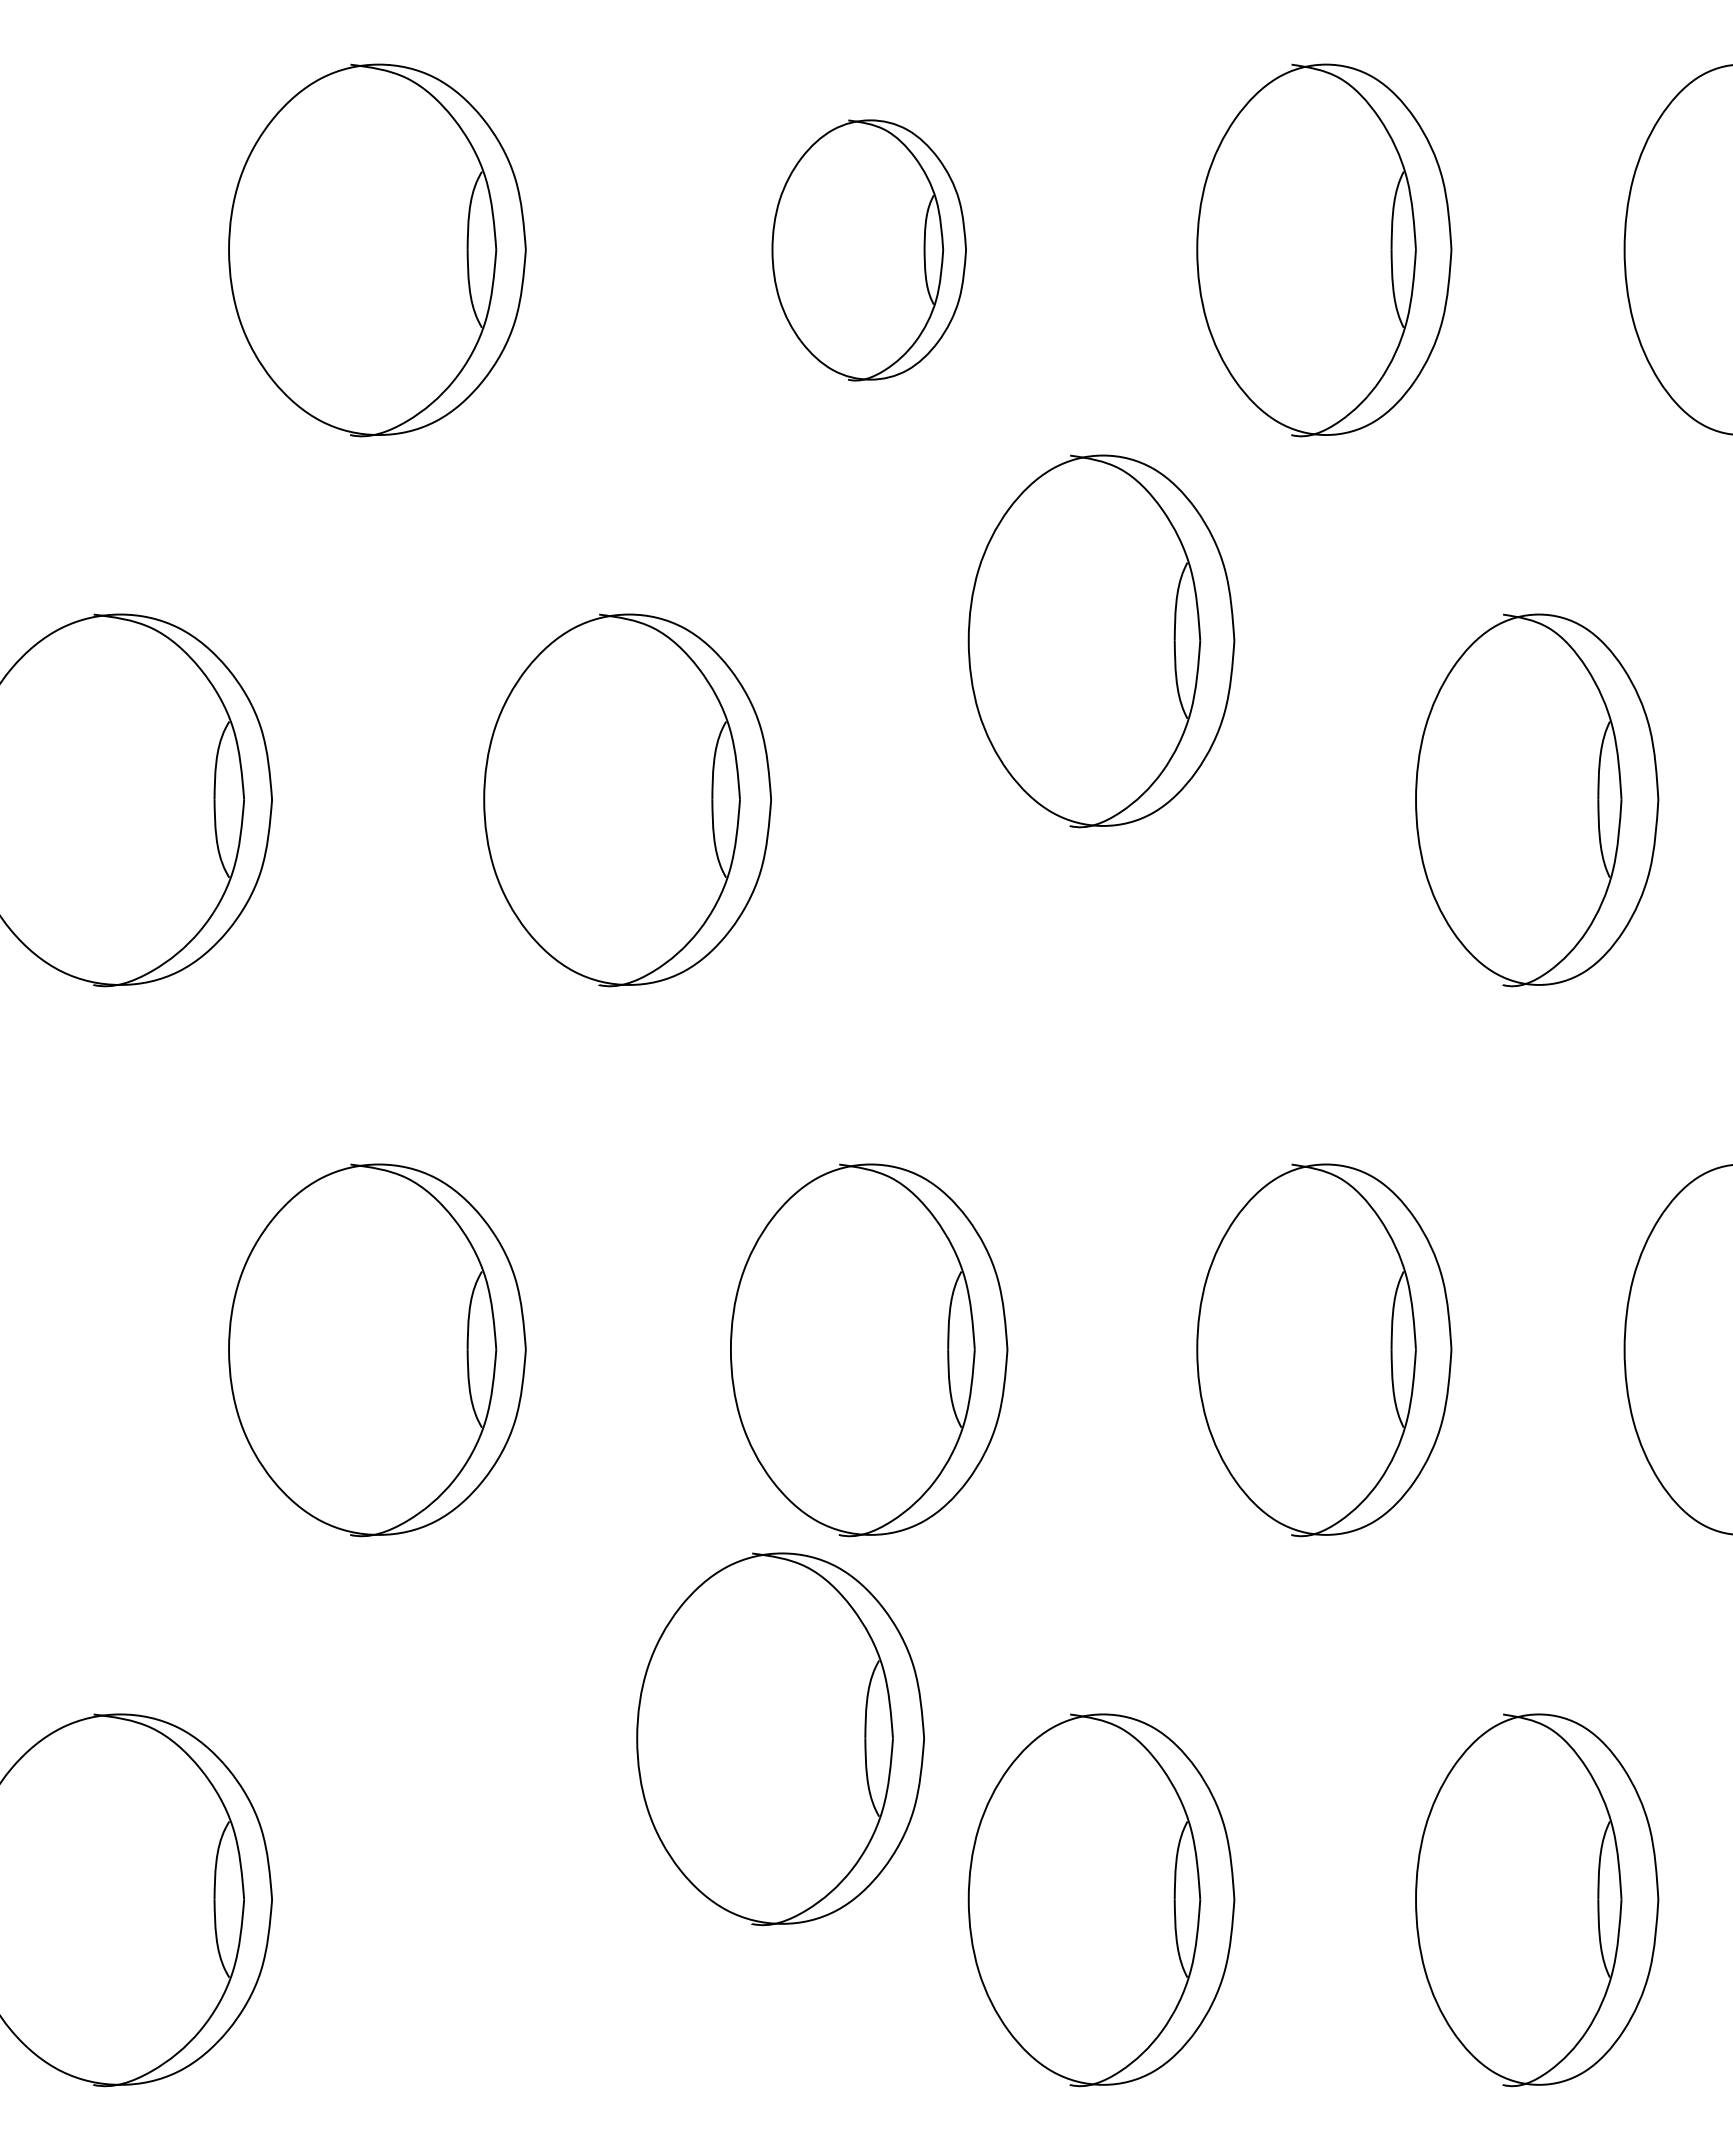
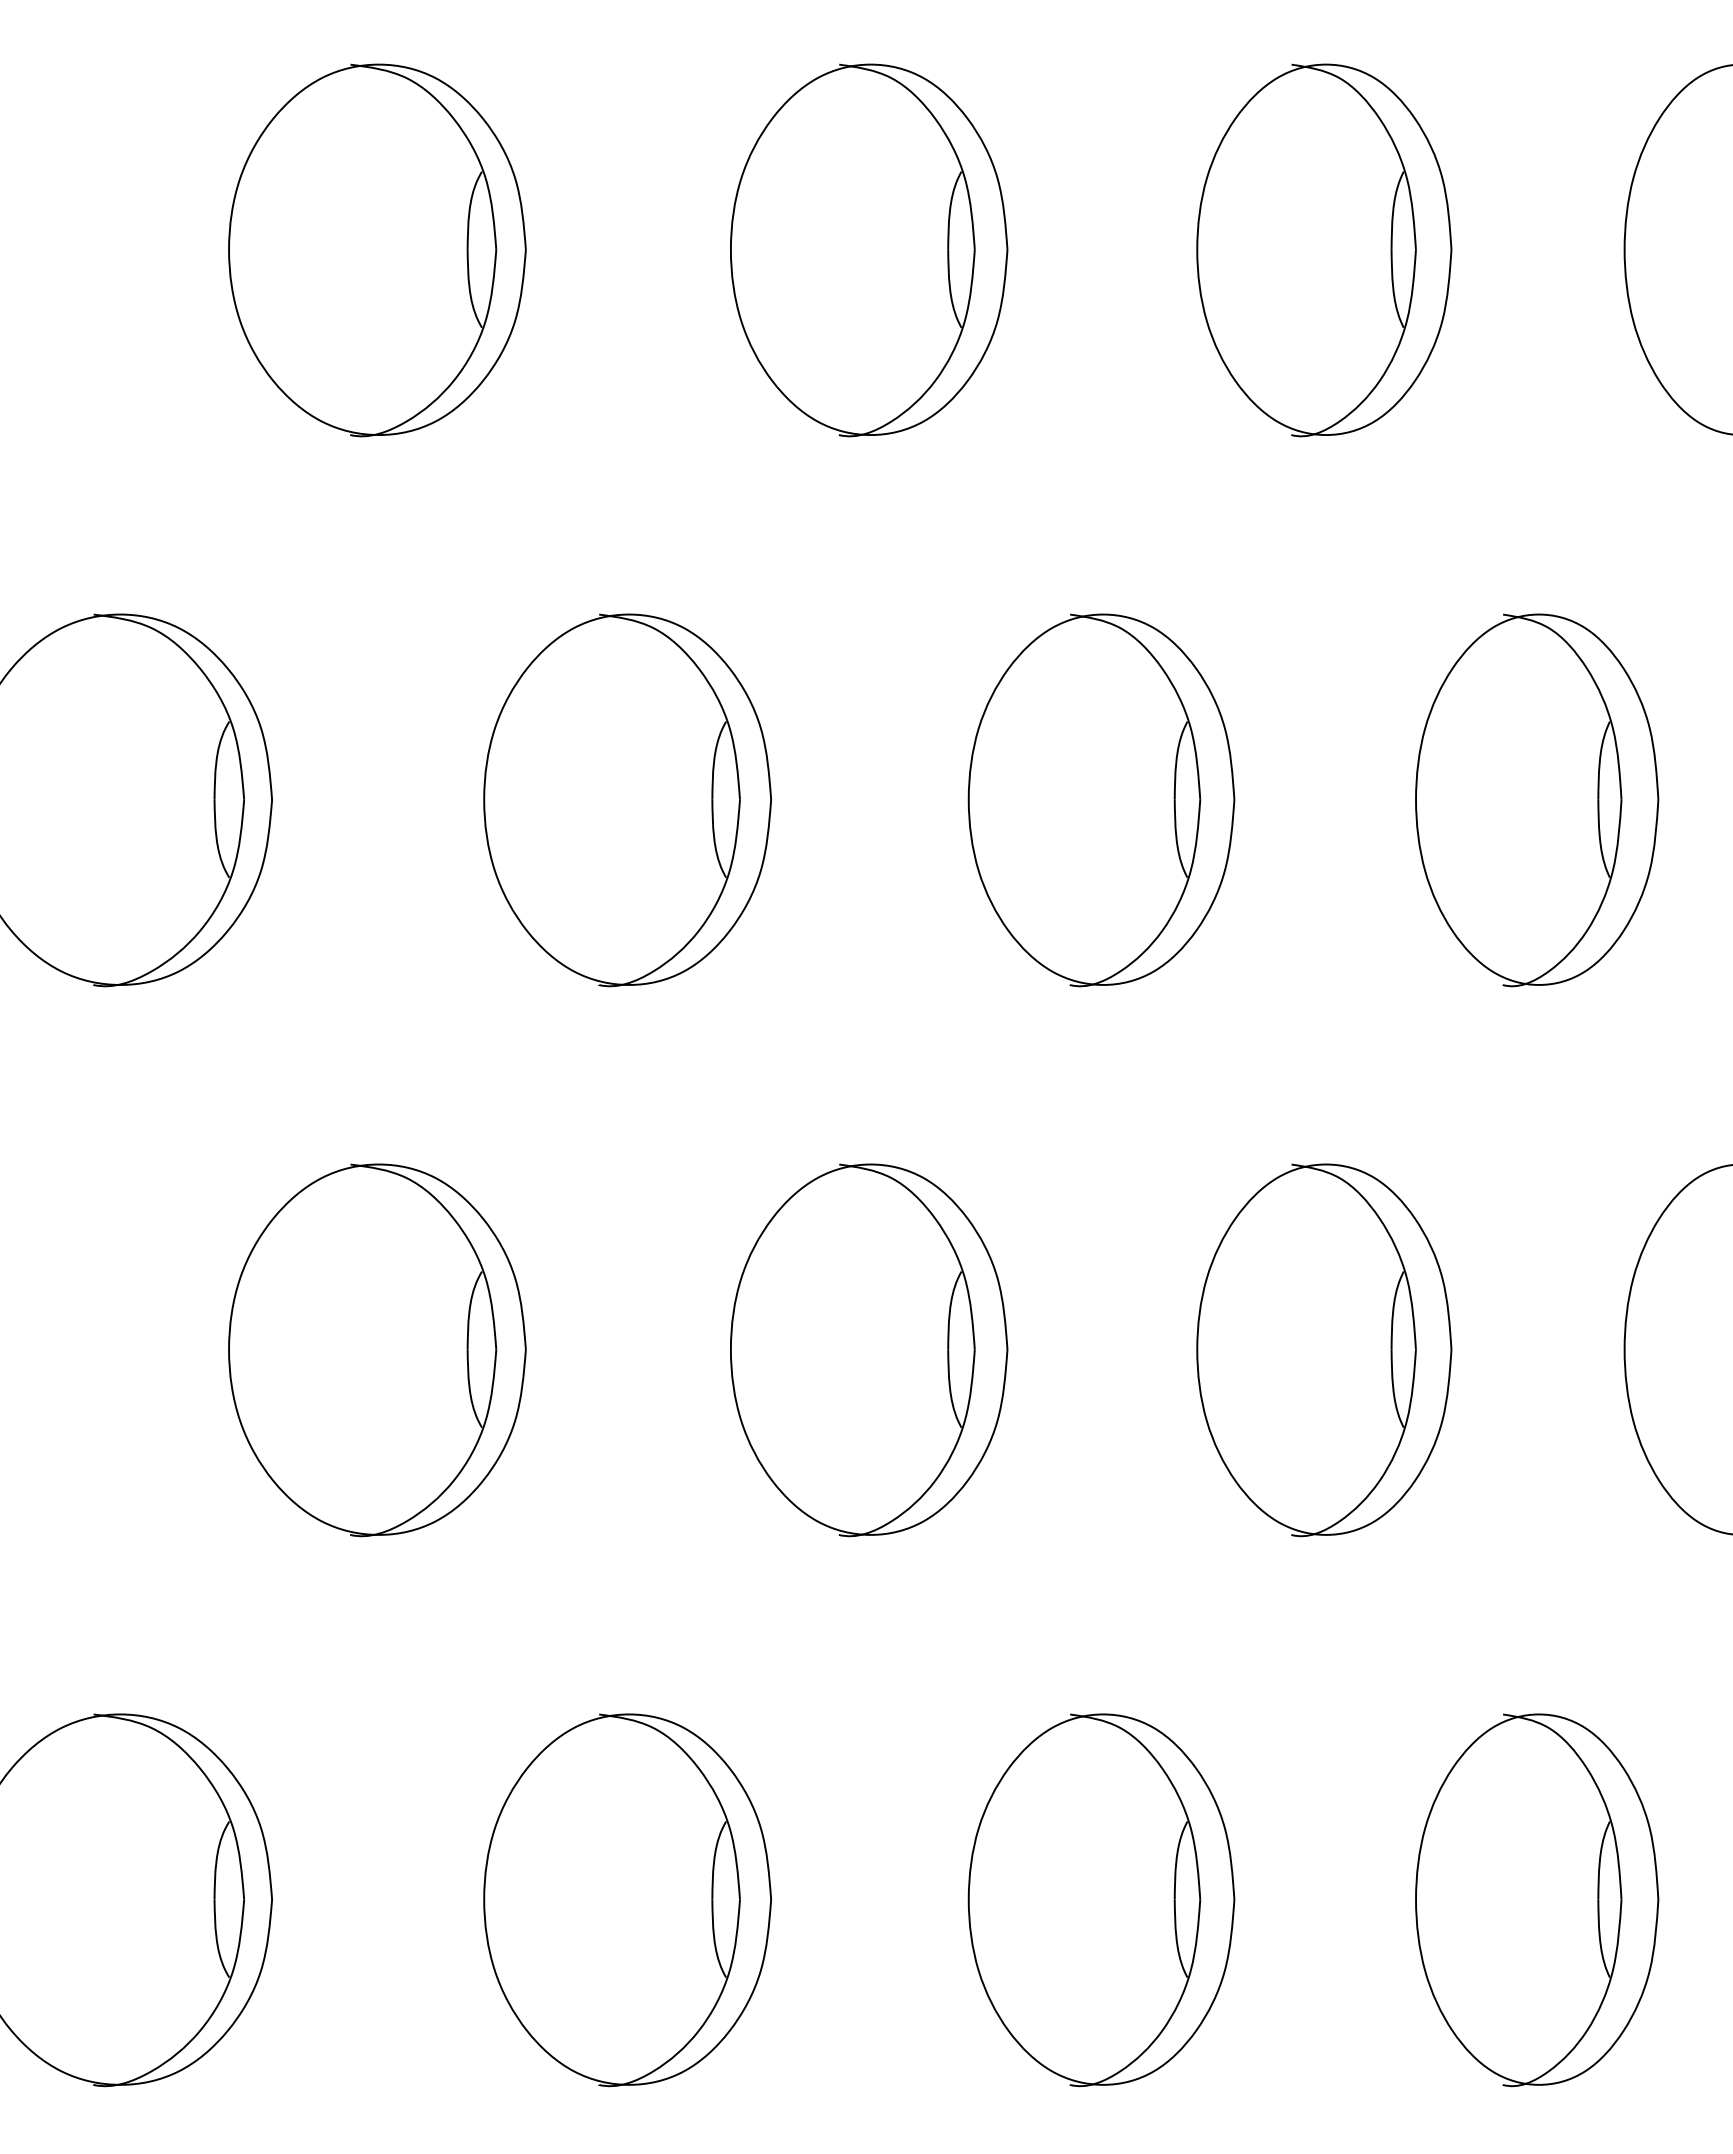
part at (868, 250) size: 196x263 px -> 279x375 px
part at (1101, 641) position: (1101, 641) -> (1101, 800)
part at (780, 1739) position: (780, 1739) -> (627, 1900)
